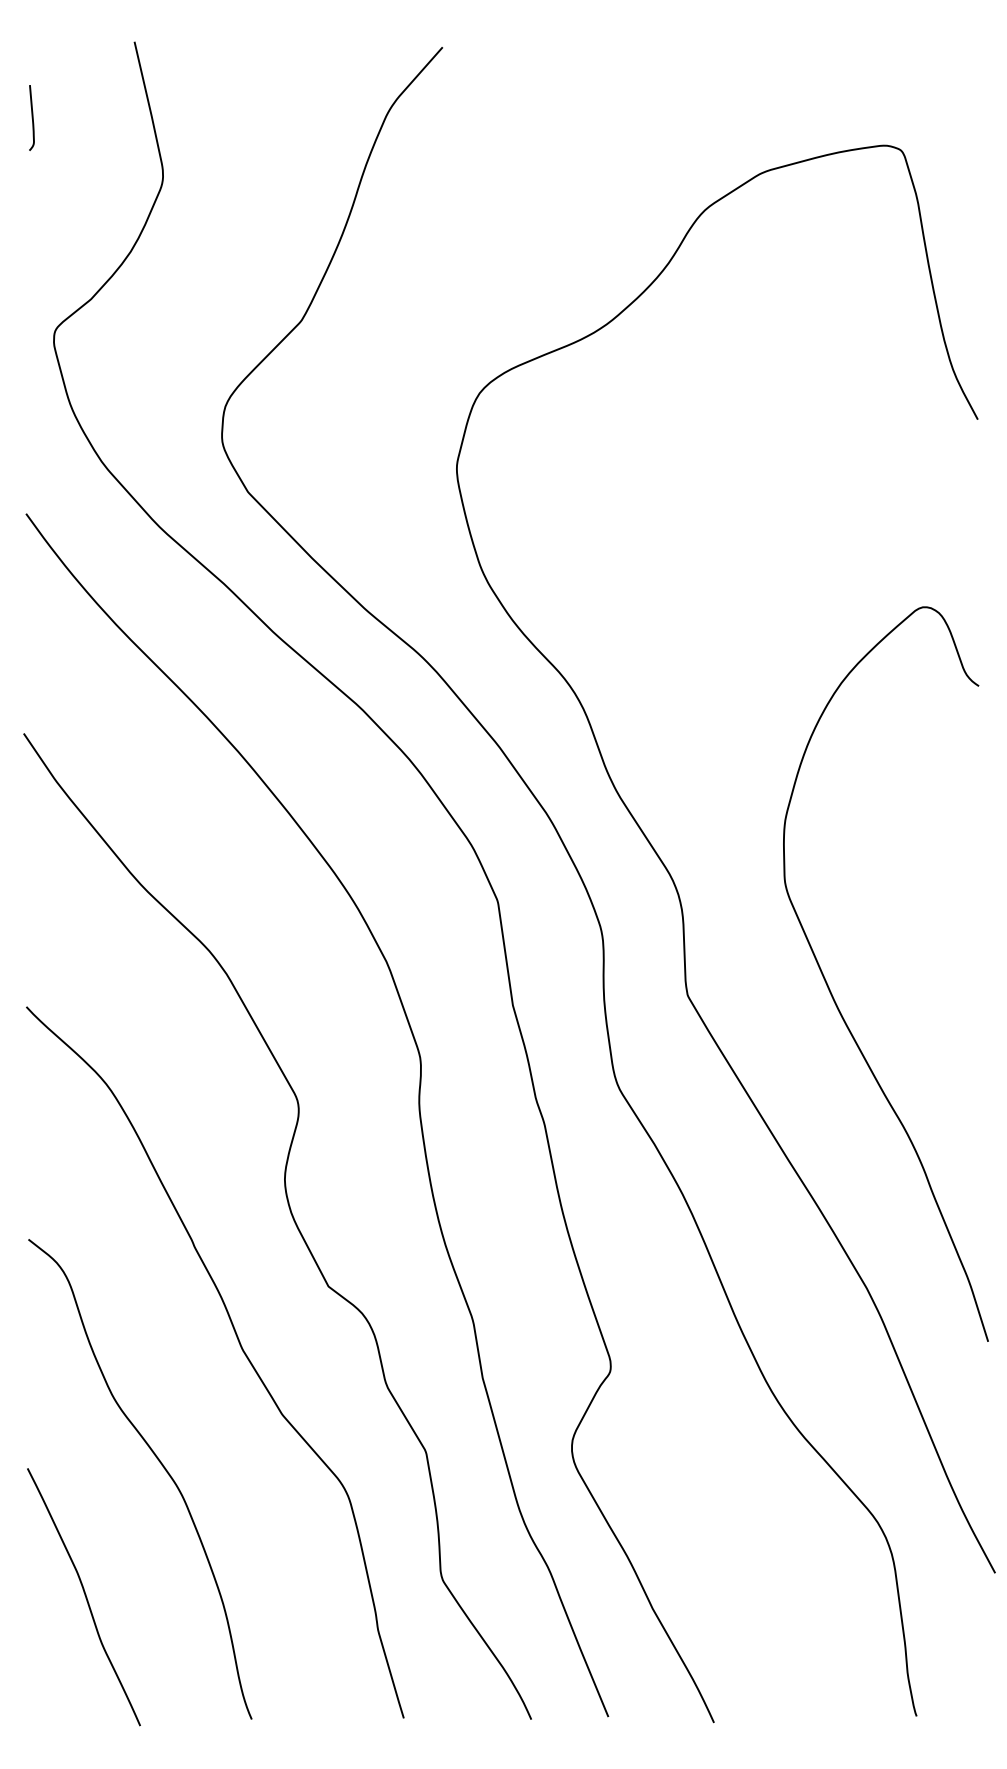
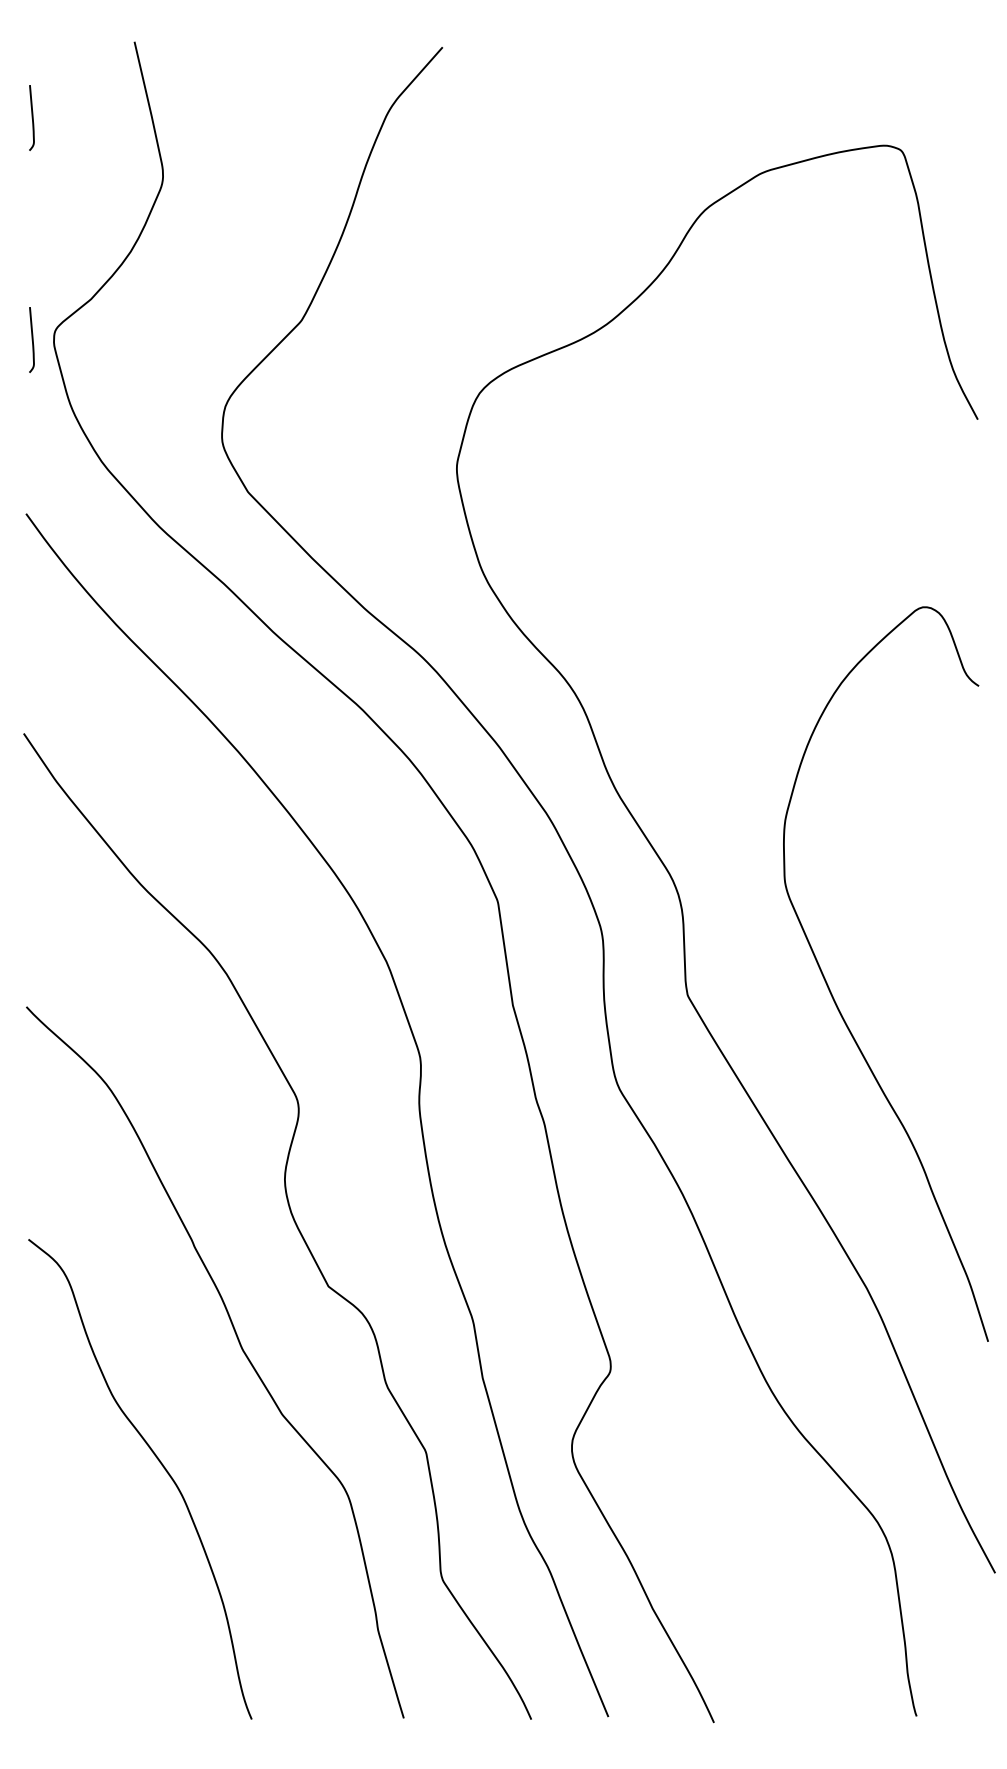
curve at (31, 339): none -> present
curve at (85, 1597): present -> none
